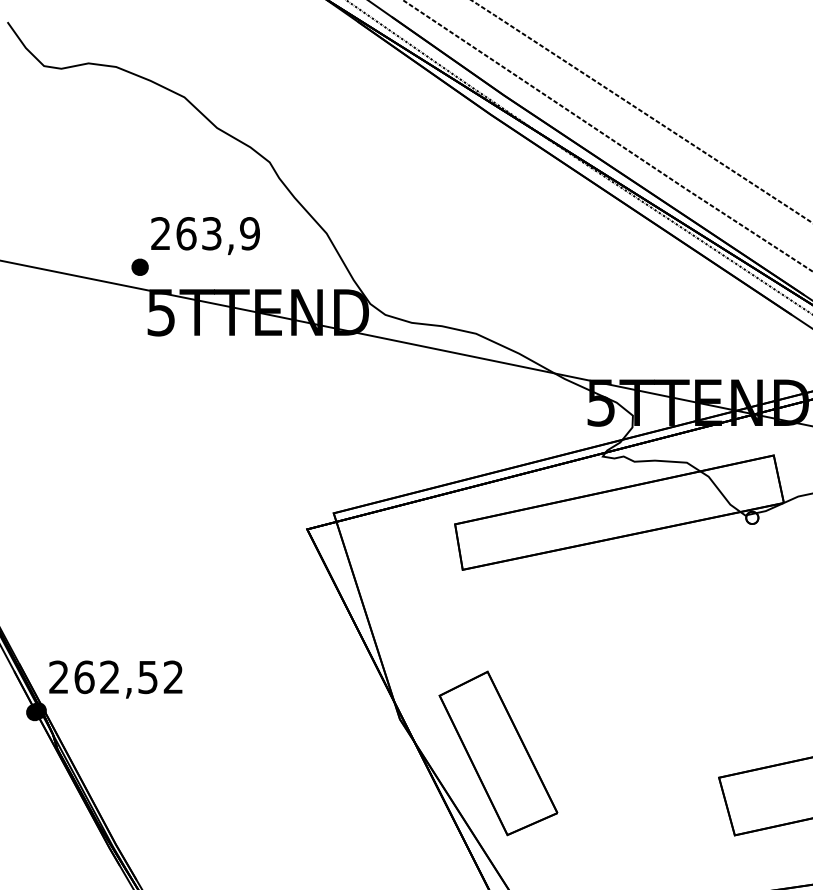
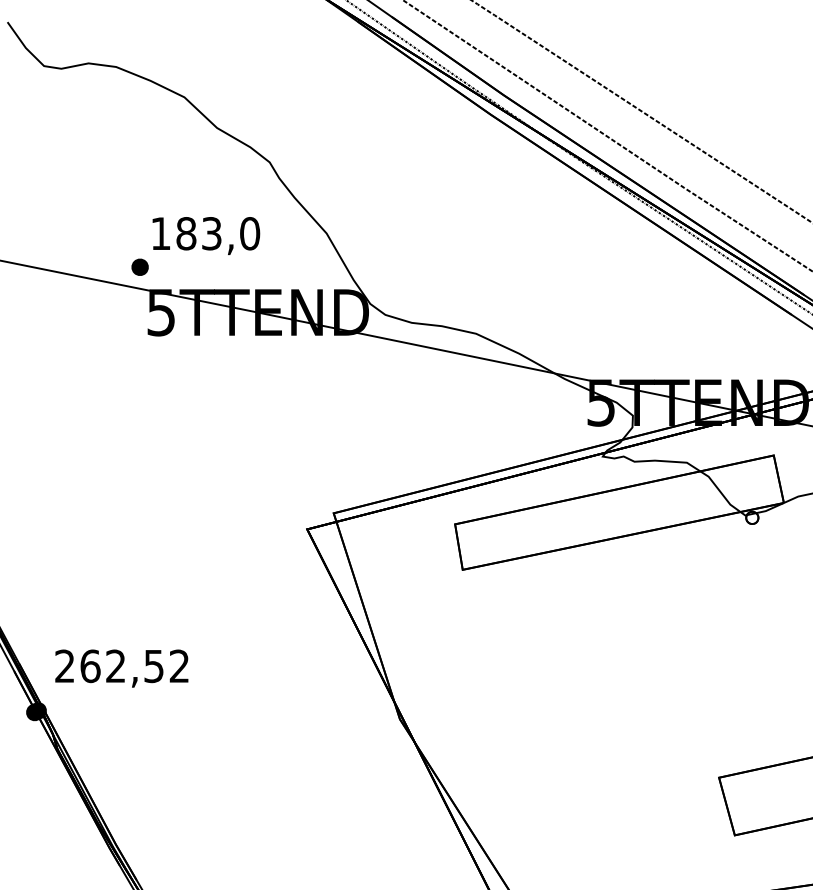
text at (205, 233): 263,9 -> 183,0
text at (115, 679) position: (115, 679) -> (121, 668)
part at (498, 753): present -> none
